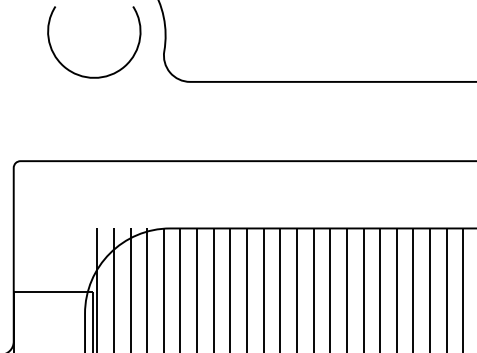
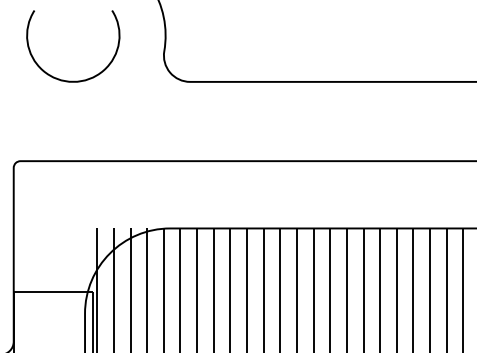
curve at (94, 76) position: (94, 76) -> (73, 80)
